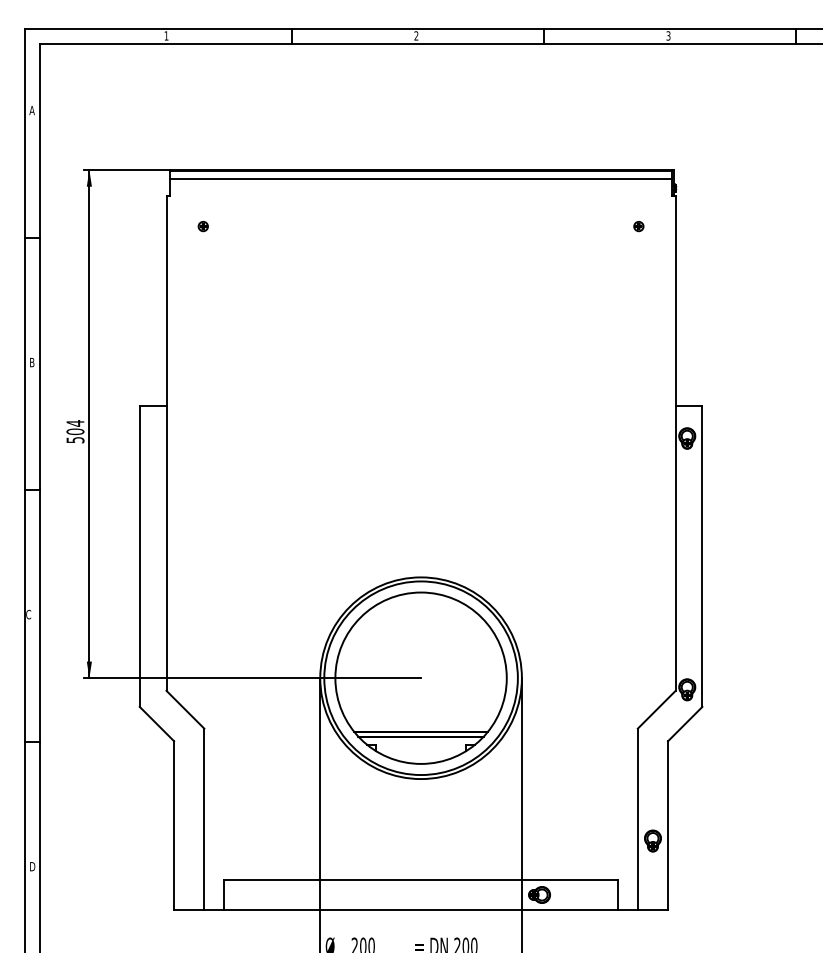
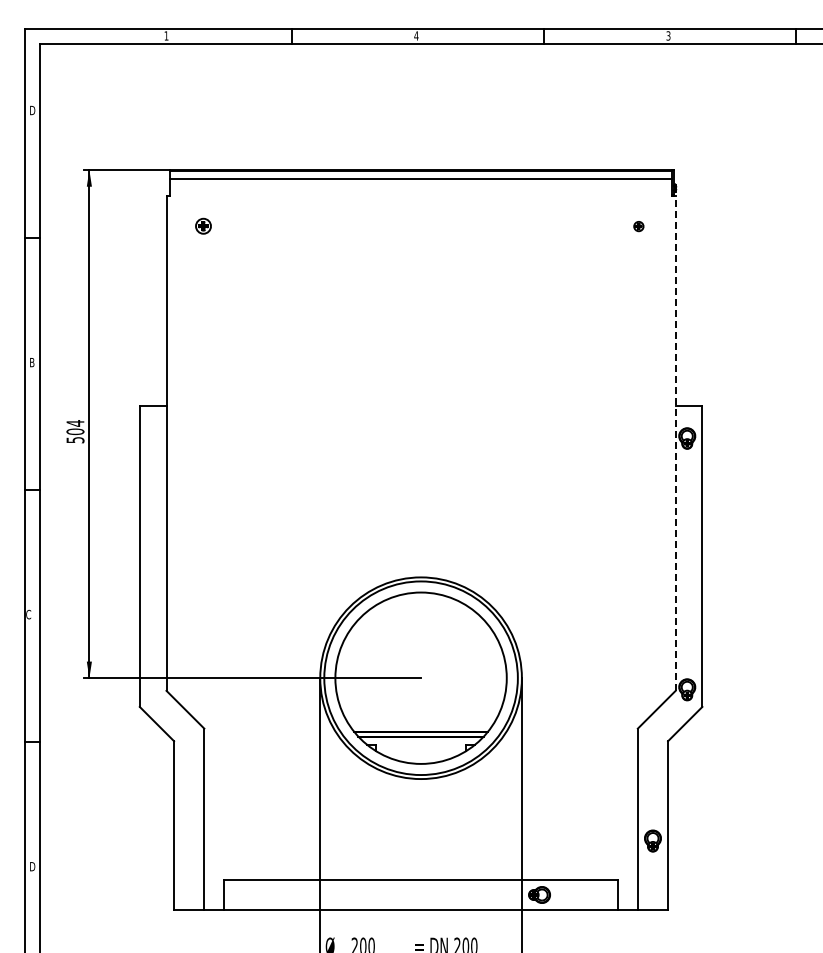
text at (416, 35): 2 -> 4
text at (32, 110): A -> D
part at (202, 226) size: 12x12 px -> 17x18 px
line at (675, 443): solid -> dashed
